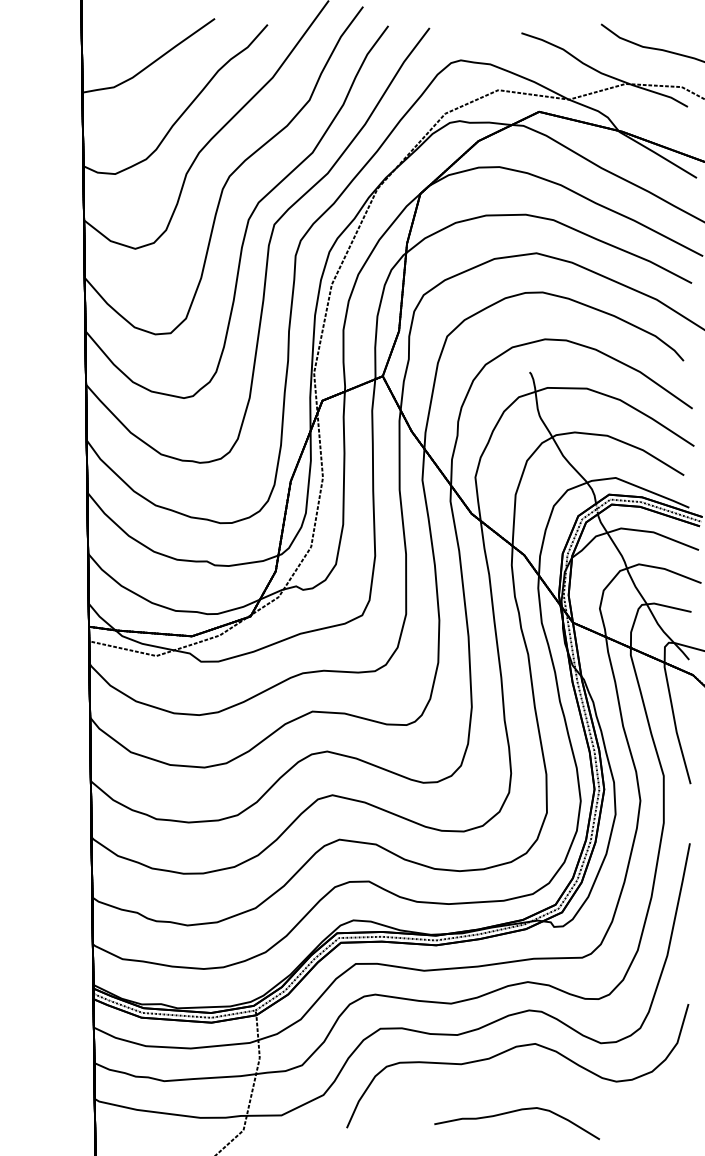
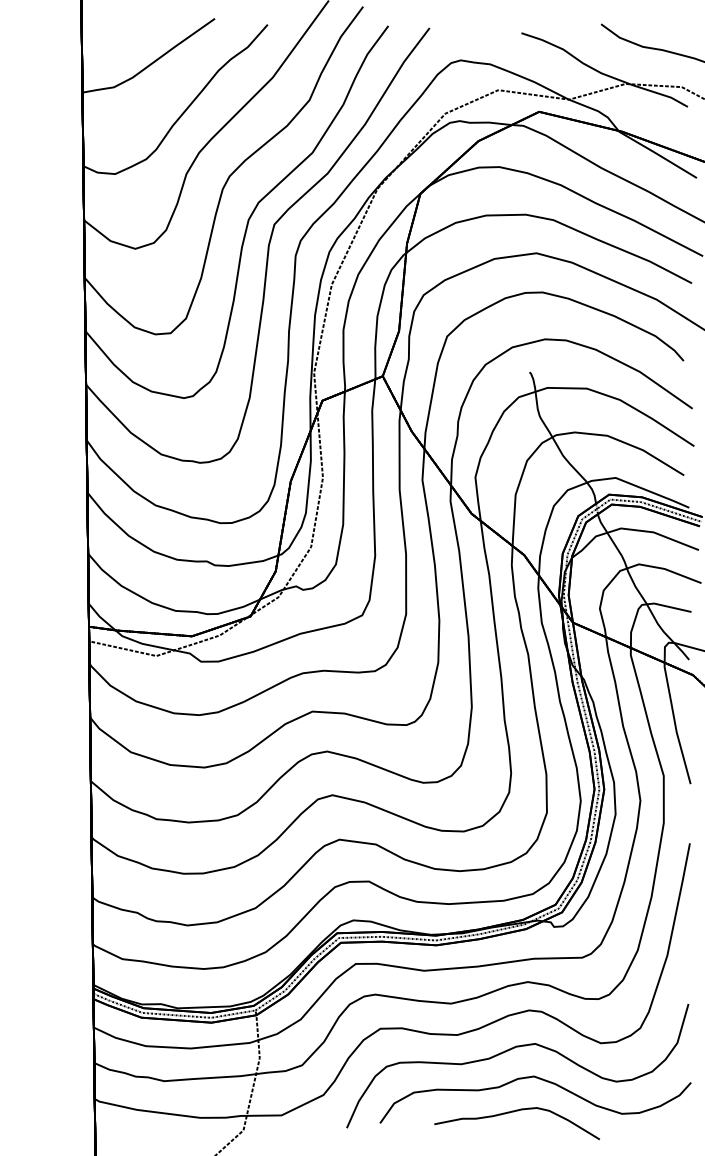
part at (541, 1080): none -> present
